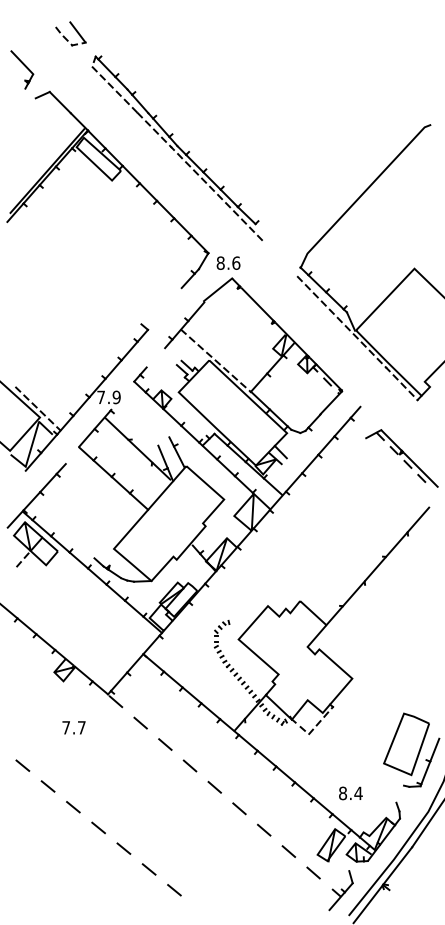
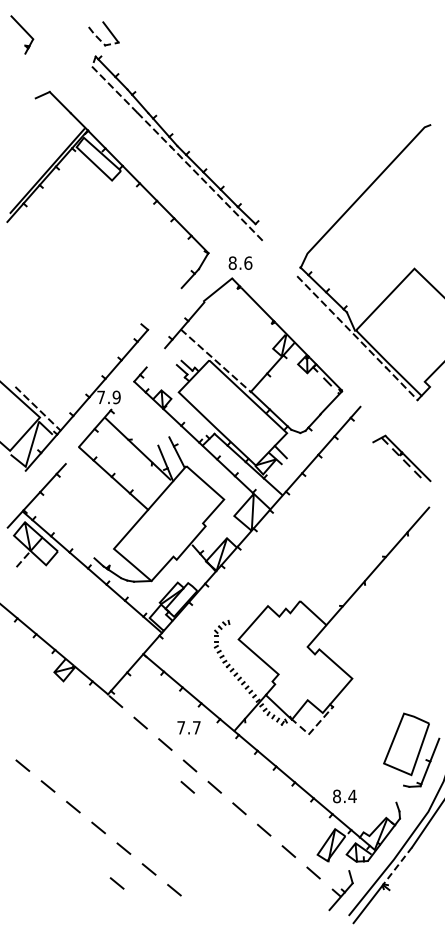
part at (70, 33) position: (70, 33) -> (103, 33)
part at (22, 69) position: (22, 69) -> (22, 34)
text at (228, 262) position: (228, 262) -> (240, 262)
part at (401, 458) size: 74x59 px -> 60x49 px
text at (73, 727) position: (73, 727) -> (188, 727)
line at (187, 787): none -> present
text at (350, 793) position: (350, 793) -> (344, 796)
line at (397, 866): solid -> dashed
line at (116, 883): none -> present
